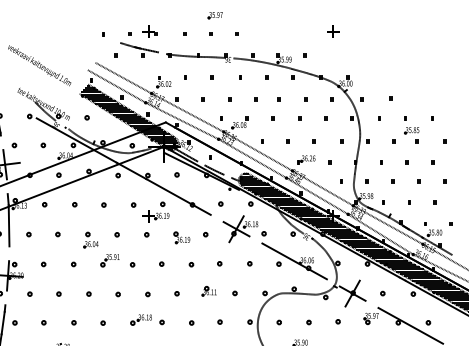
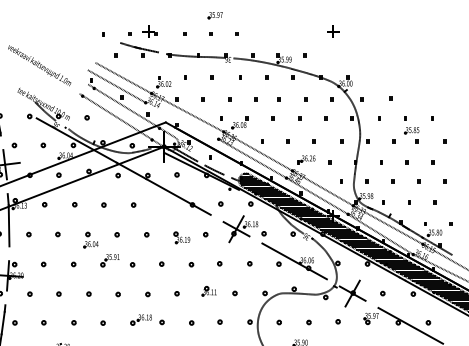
hatch at (128, 117): present -> none
line at (181, 120): present -> none
part at (155, 211): present -> none
